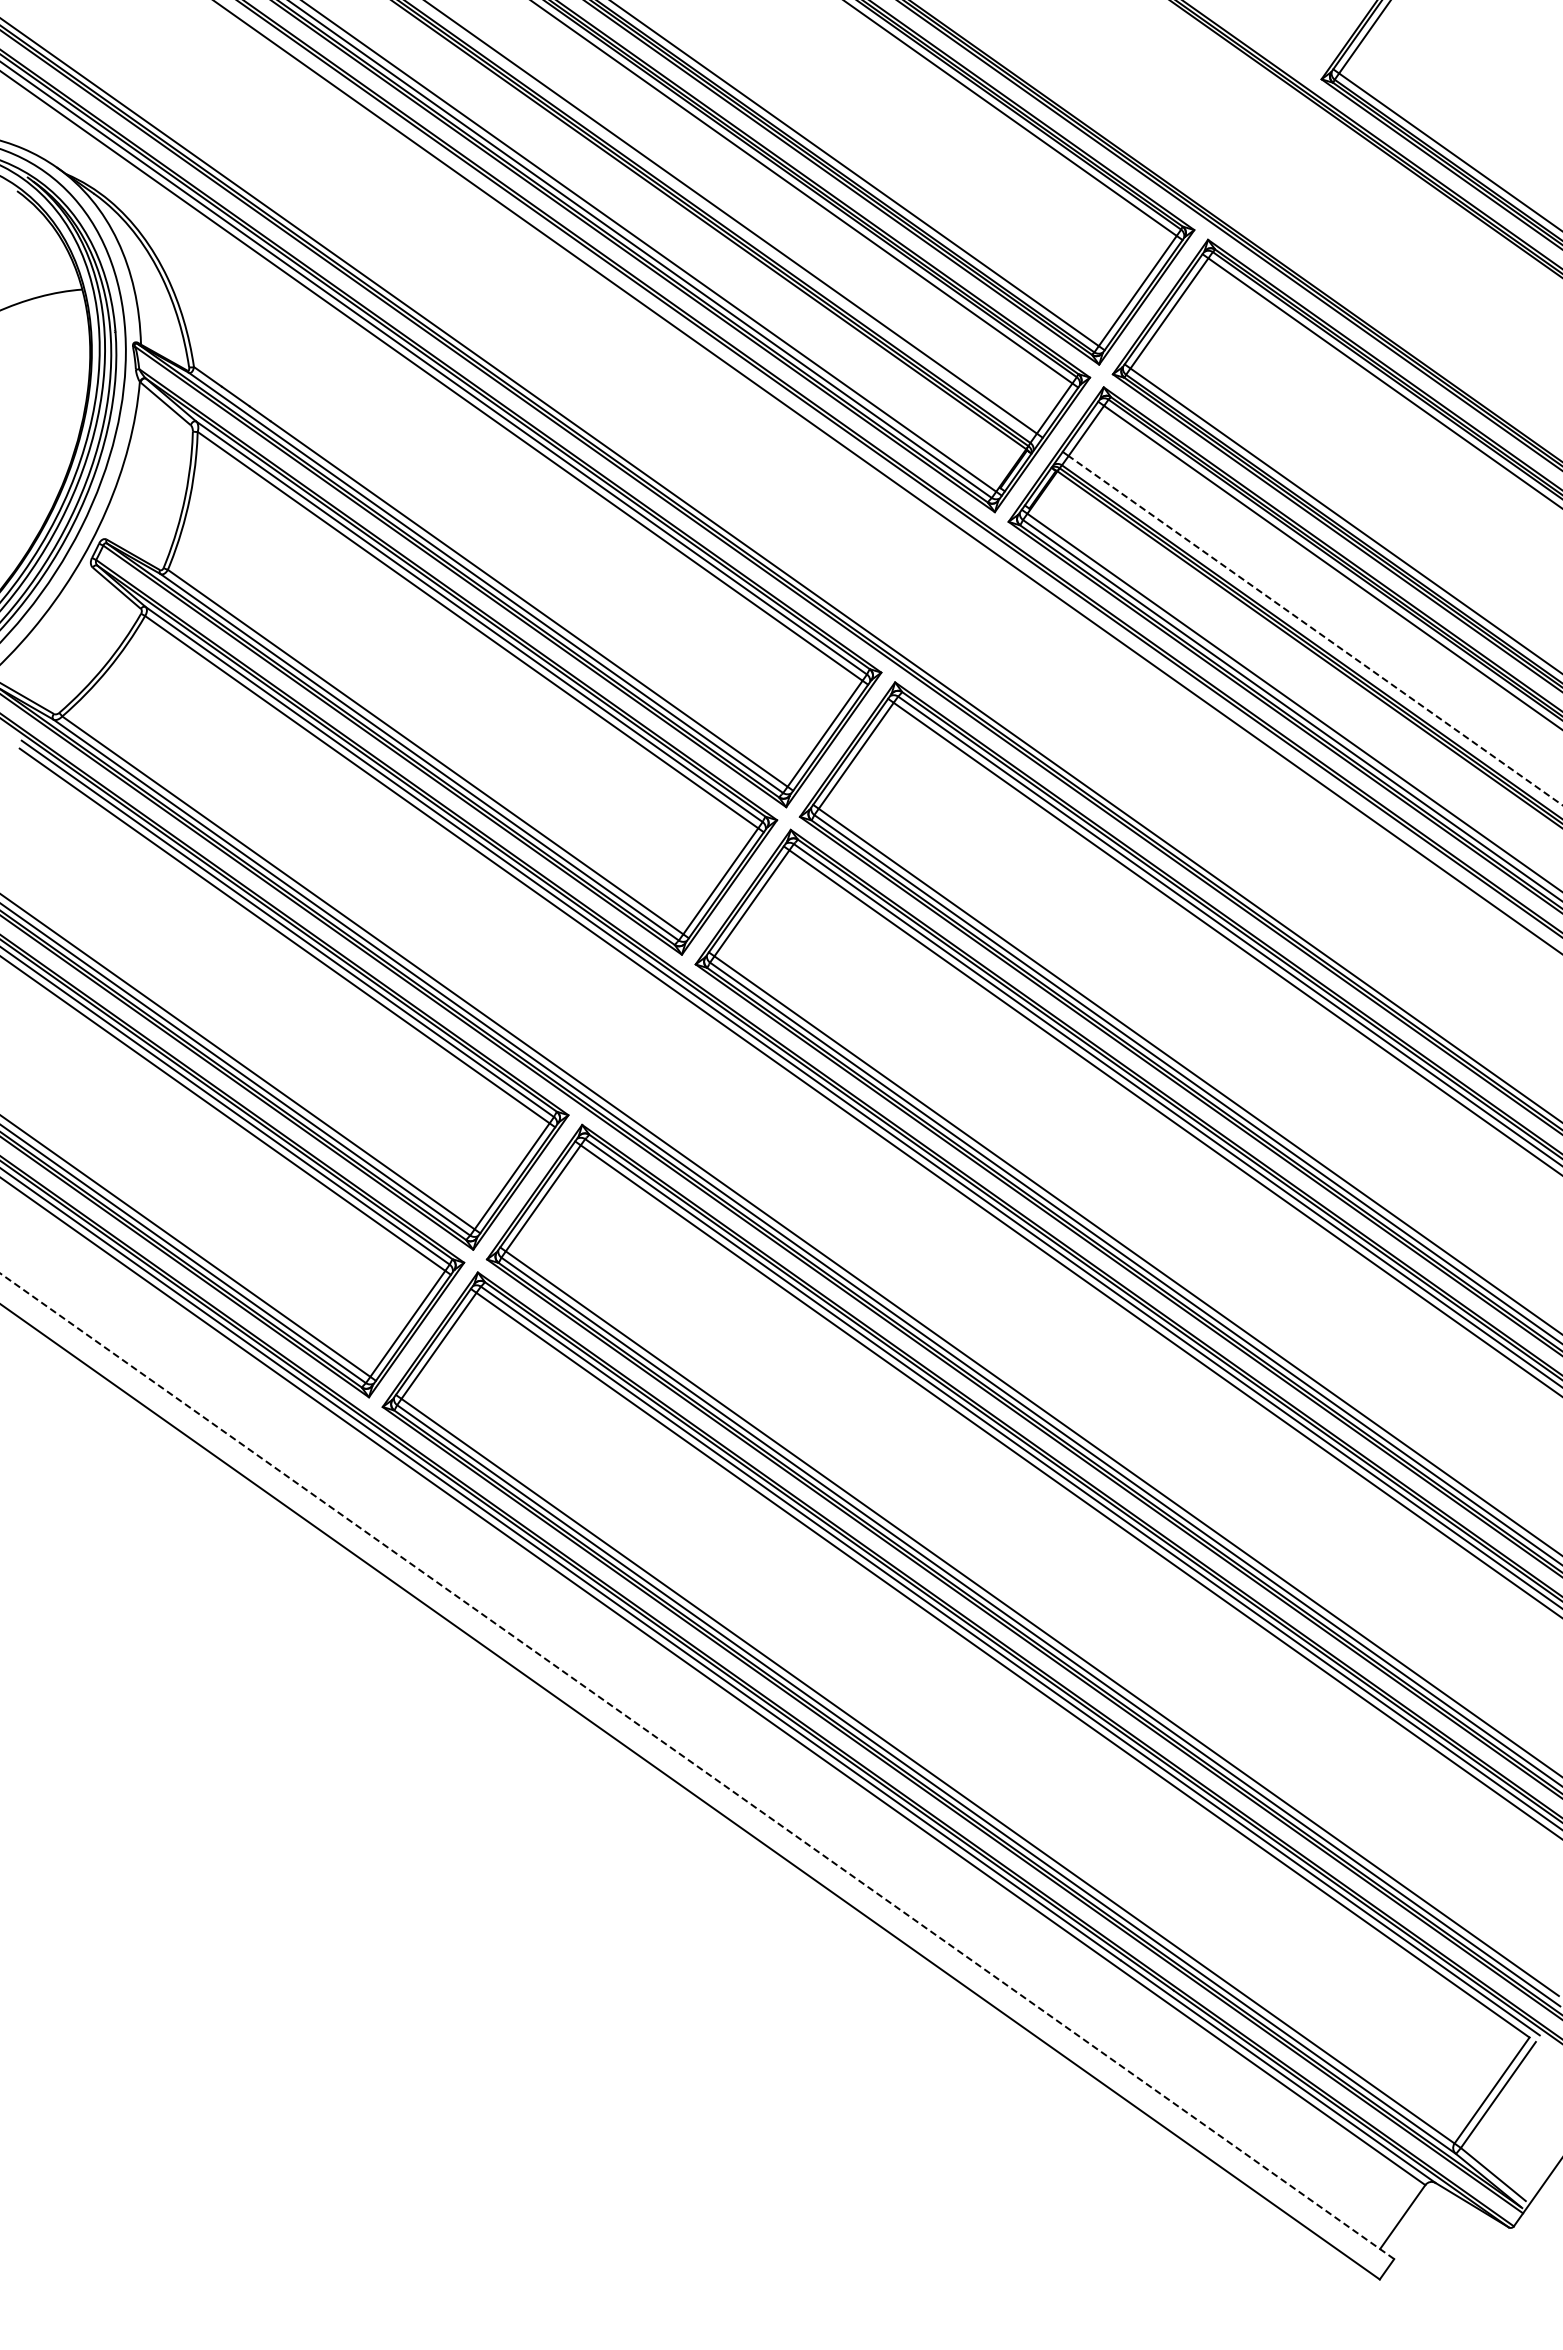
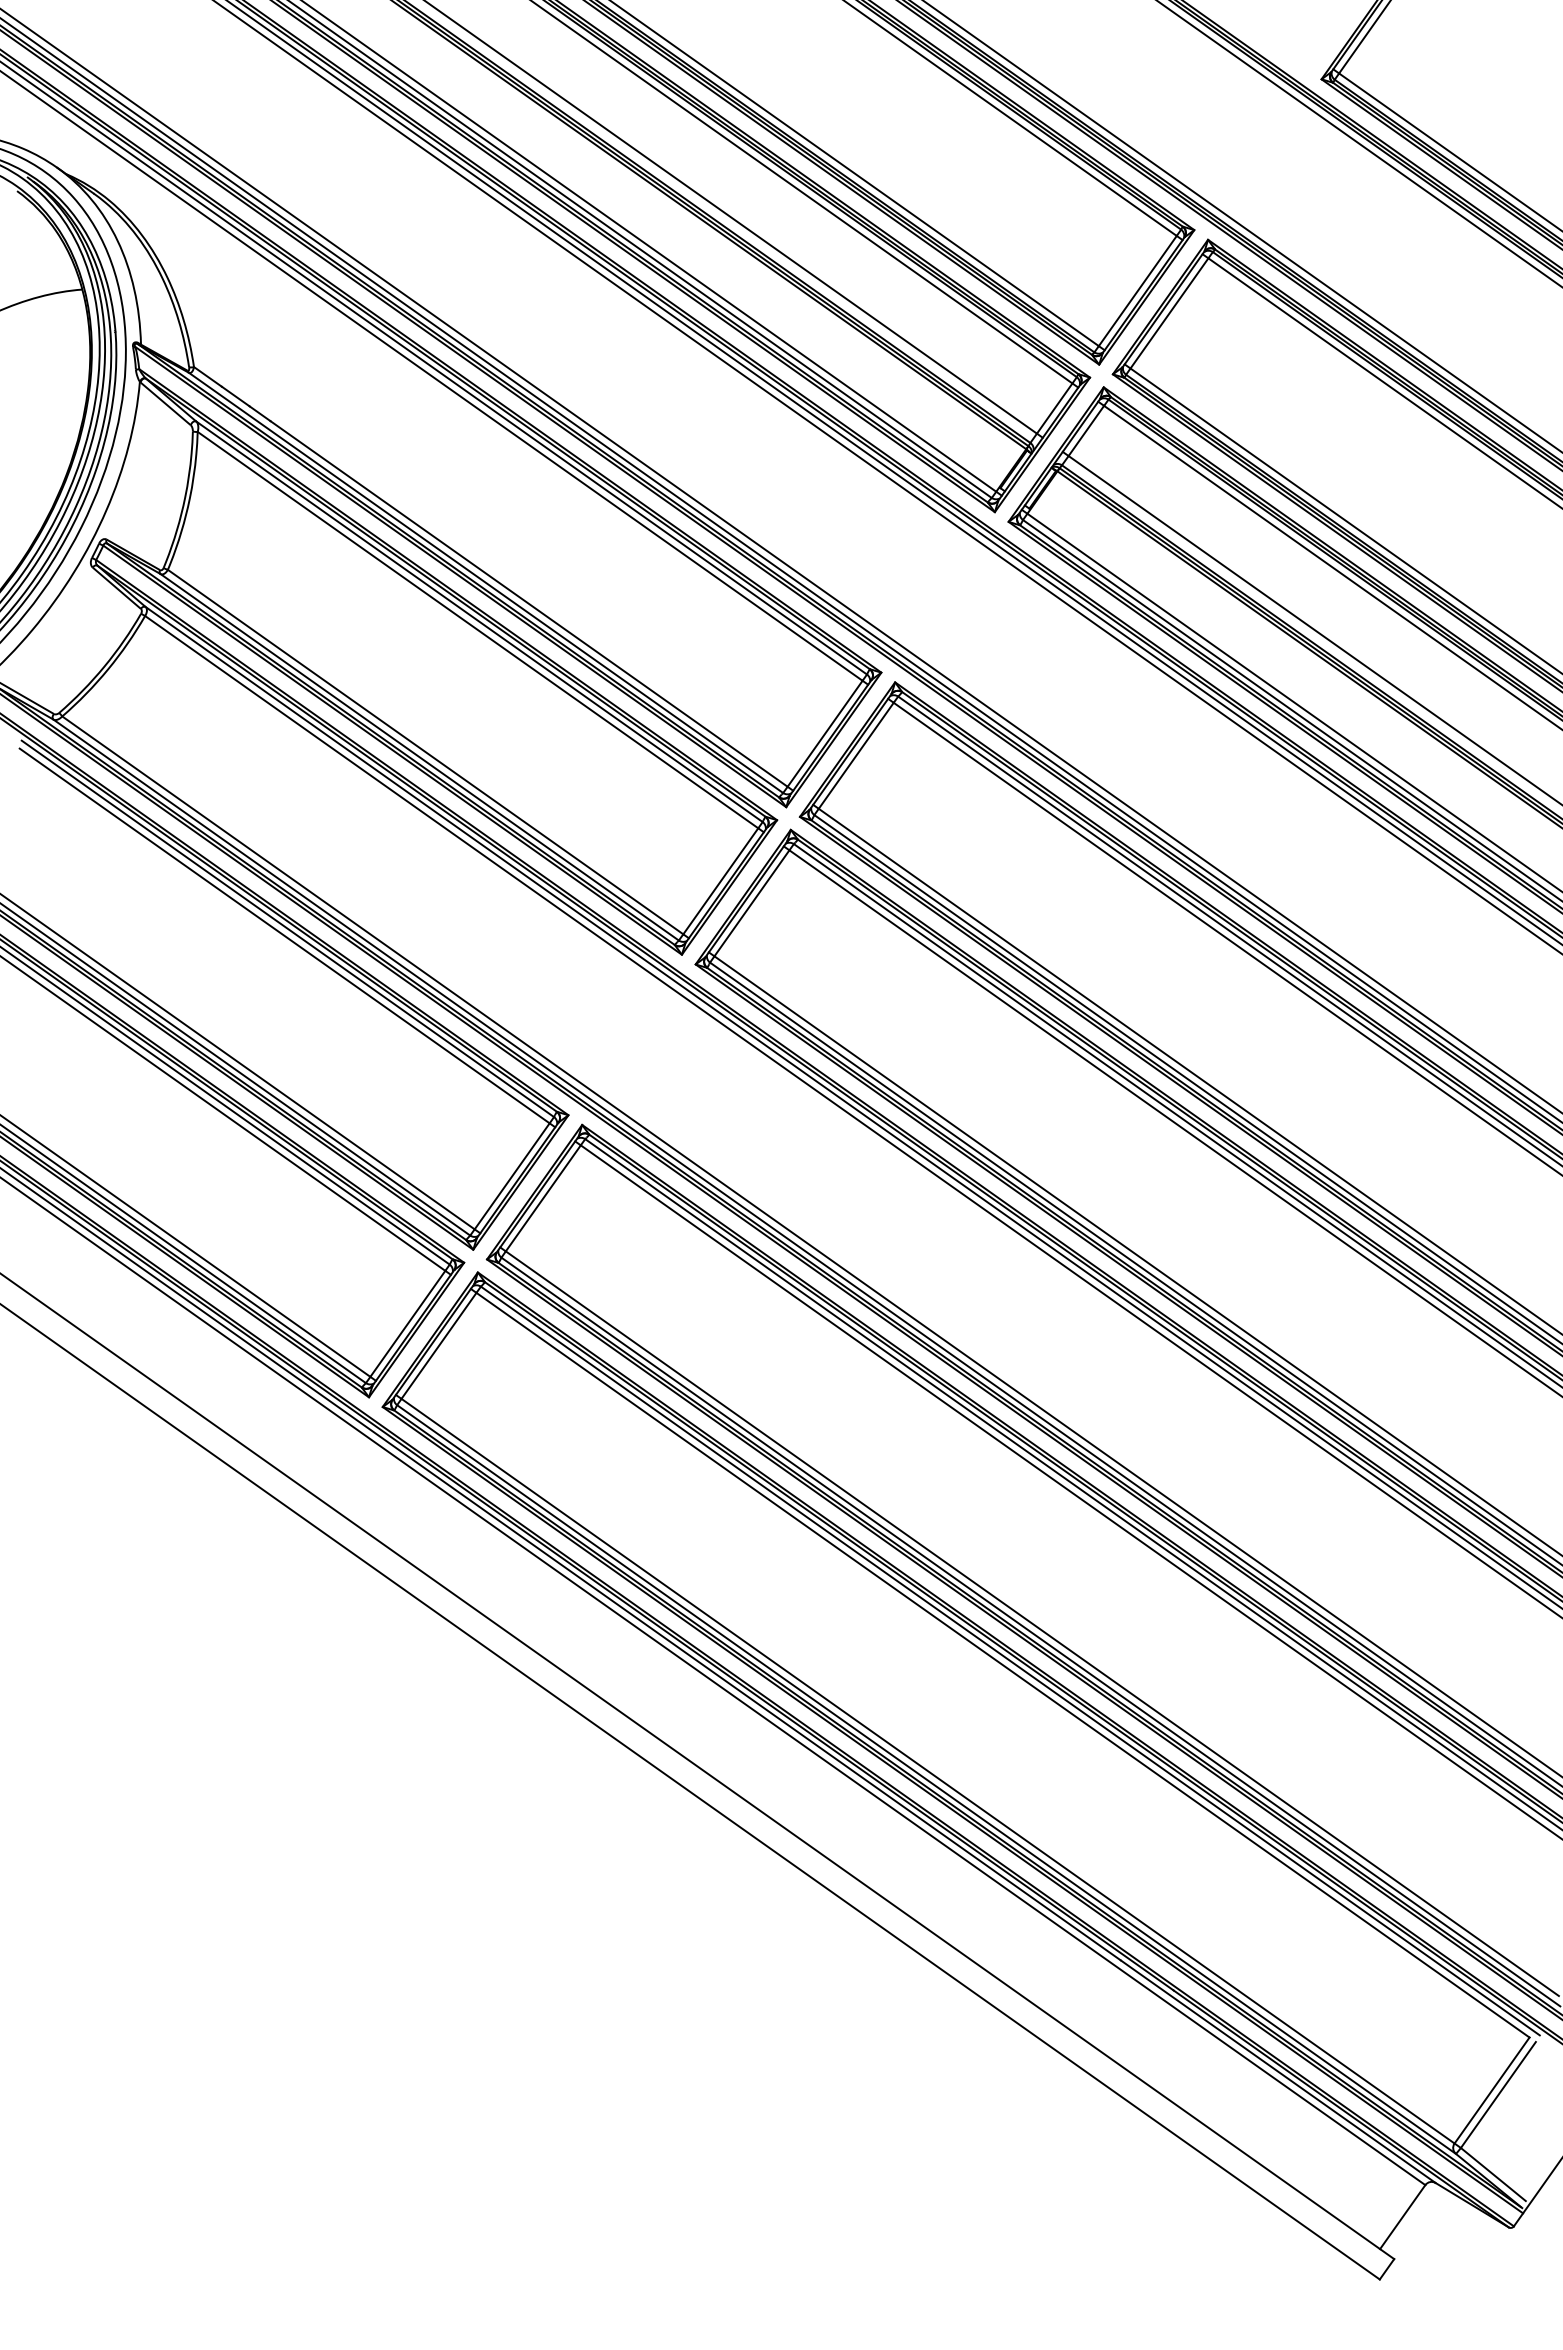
line at (1358, 143): none -> present
line at (1242, 226): none -> present
line at (894, 472): none -> present
line at (780, 560): none -> present
line at (1315, 630): dashed -> solid
line at (697, 1766): dashed -> solid
